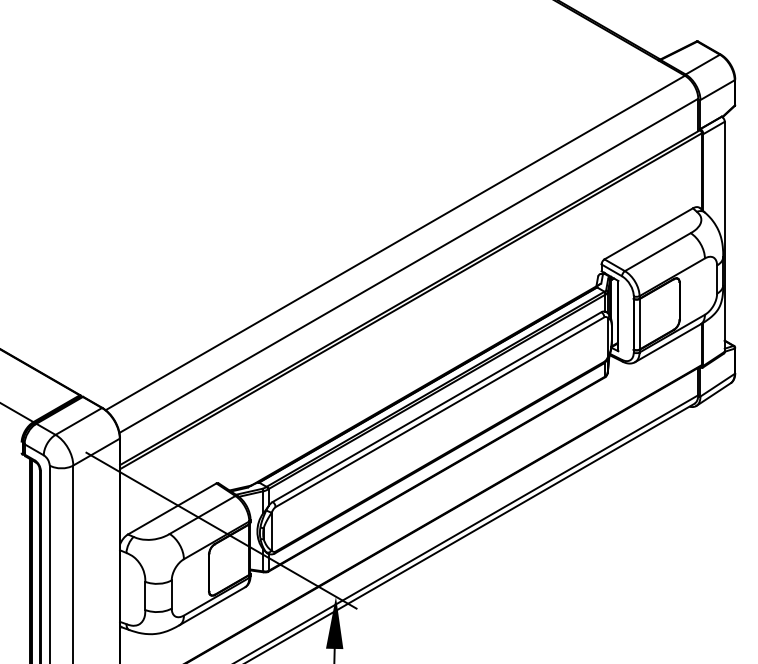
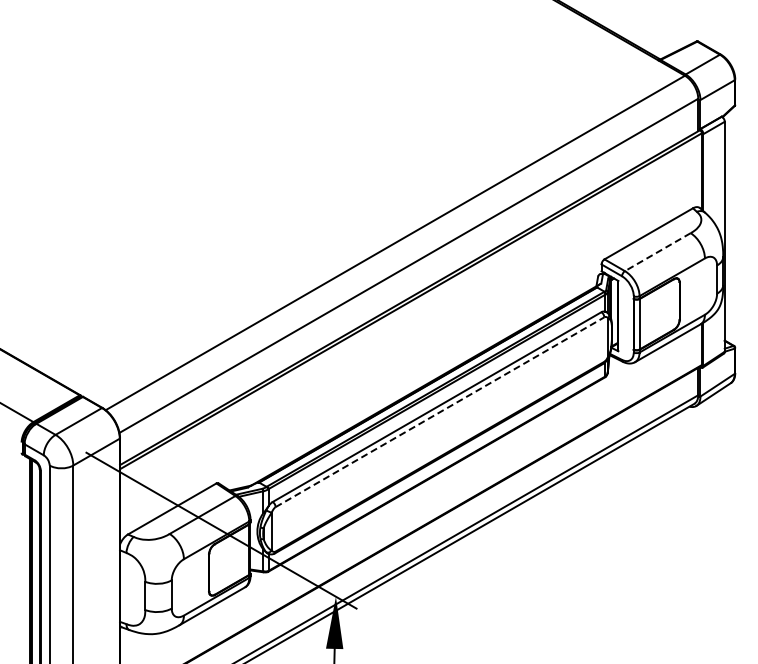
line at (657, 252): solid -> dashed
line at (440, 412): solid -> dashed
